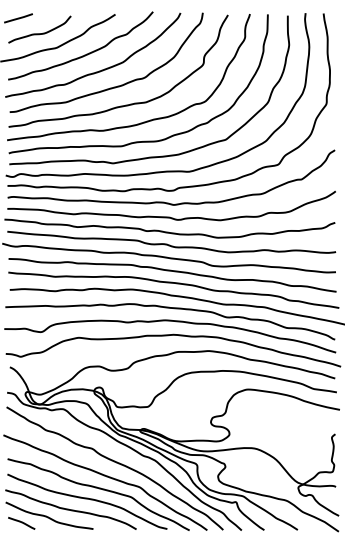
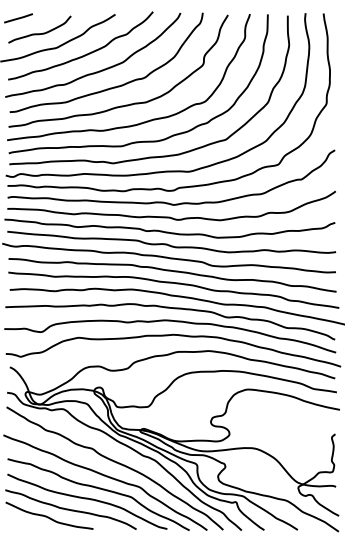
line at (21, 523): present -> none
